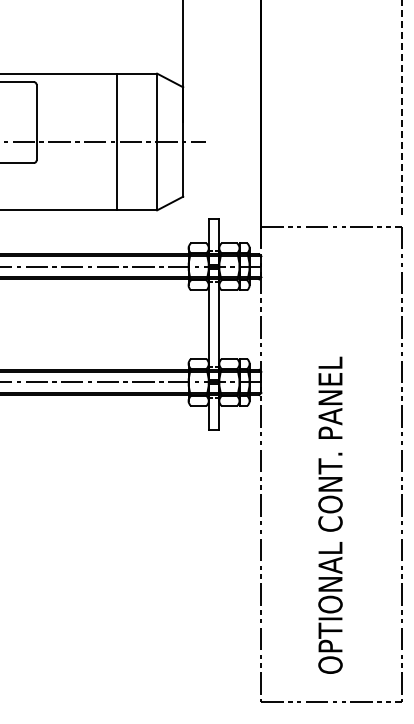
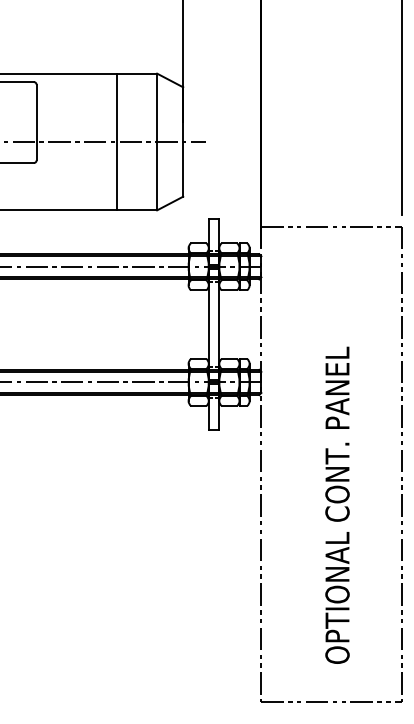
line at (401, 107): dashed -> solid
text at (330, 514) position: (330, 514) -> (337, 504)
